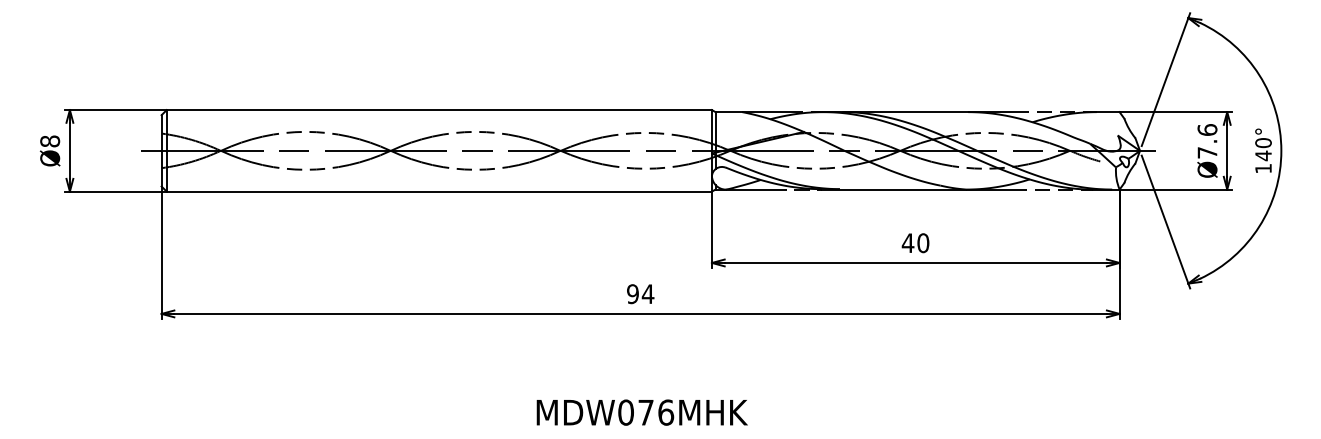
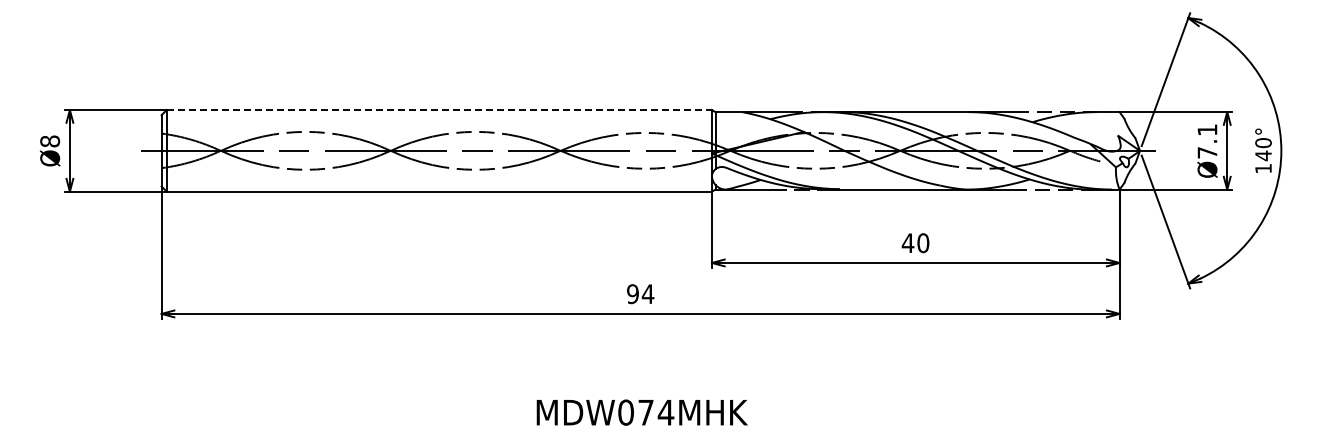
line at (439, 110): solid -> dashed
text at (1207, 129): Ø7.6 -> Ø7.1
text at (665, 412): MDW076MHK -> MDW074MHK
